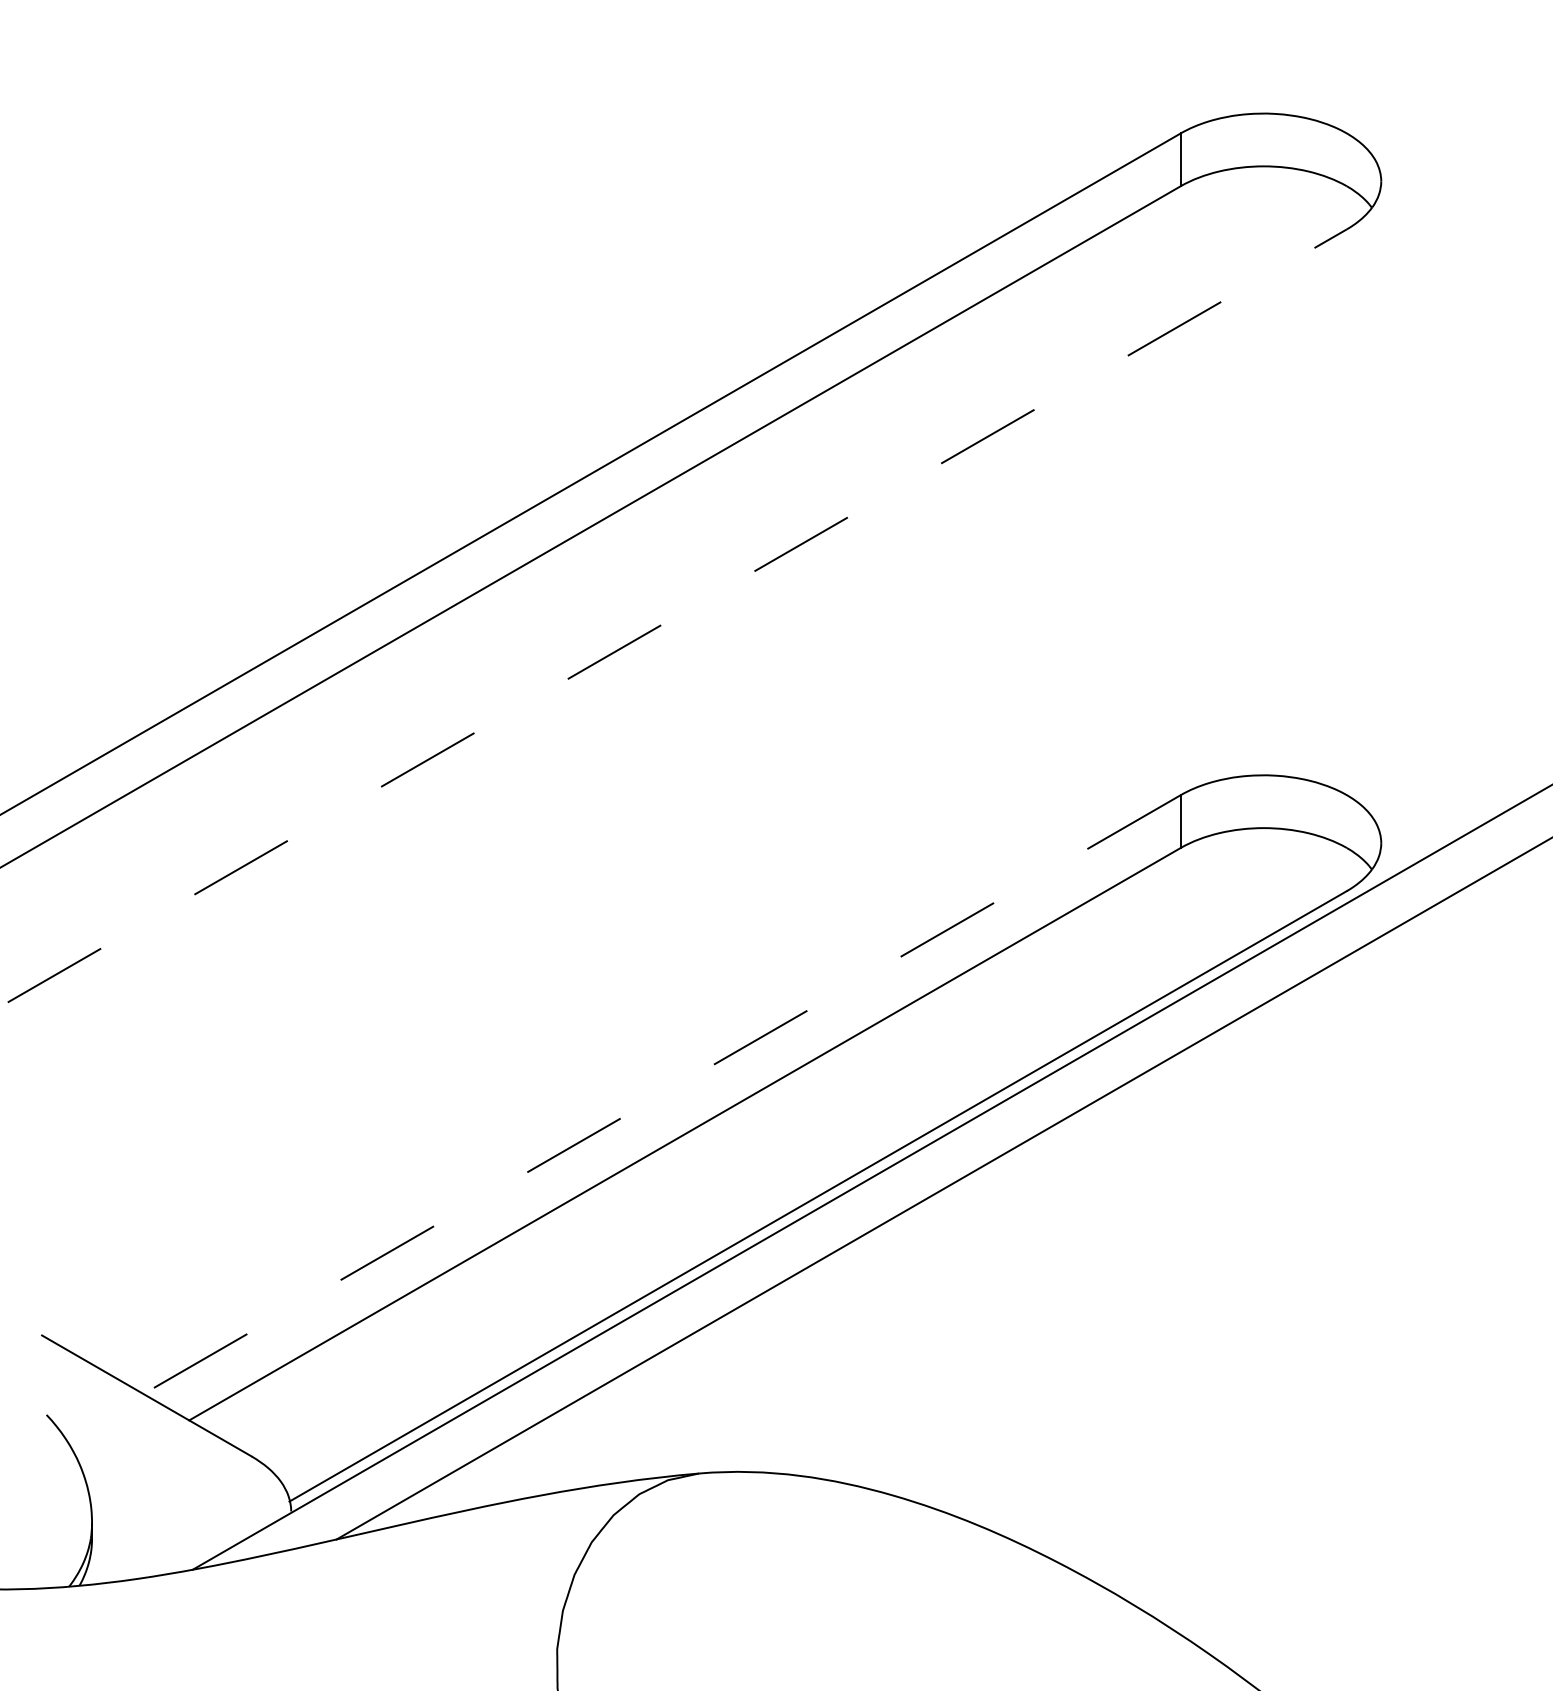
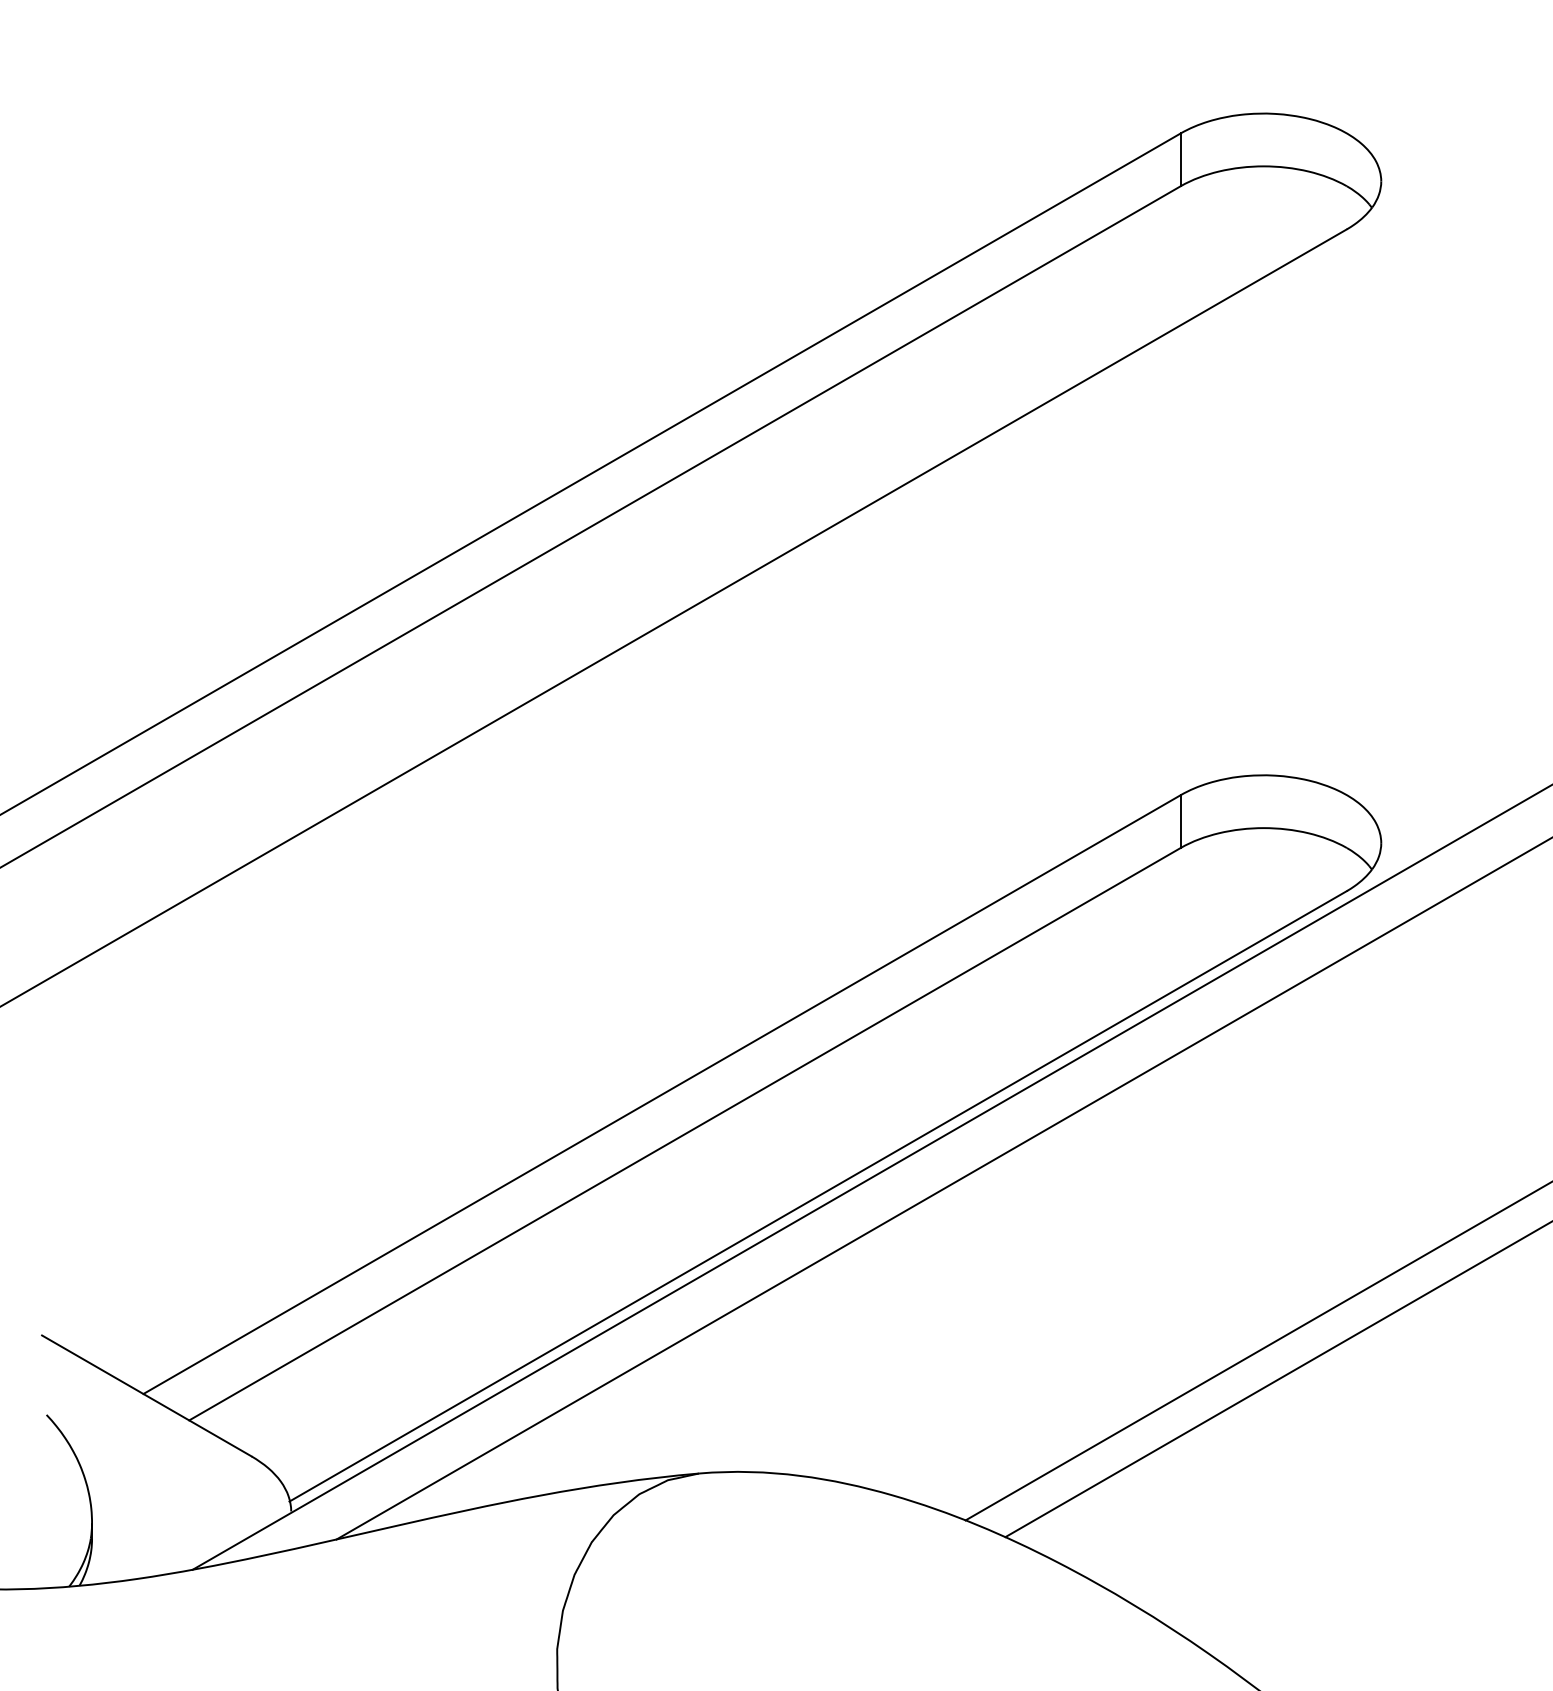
line at (674, 617): dashed -> solid
line at (662, 1094): dashed -> solid
line at (1257, 1351): none -> present
line at (1277, 1380): none -> present
